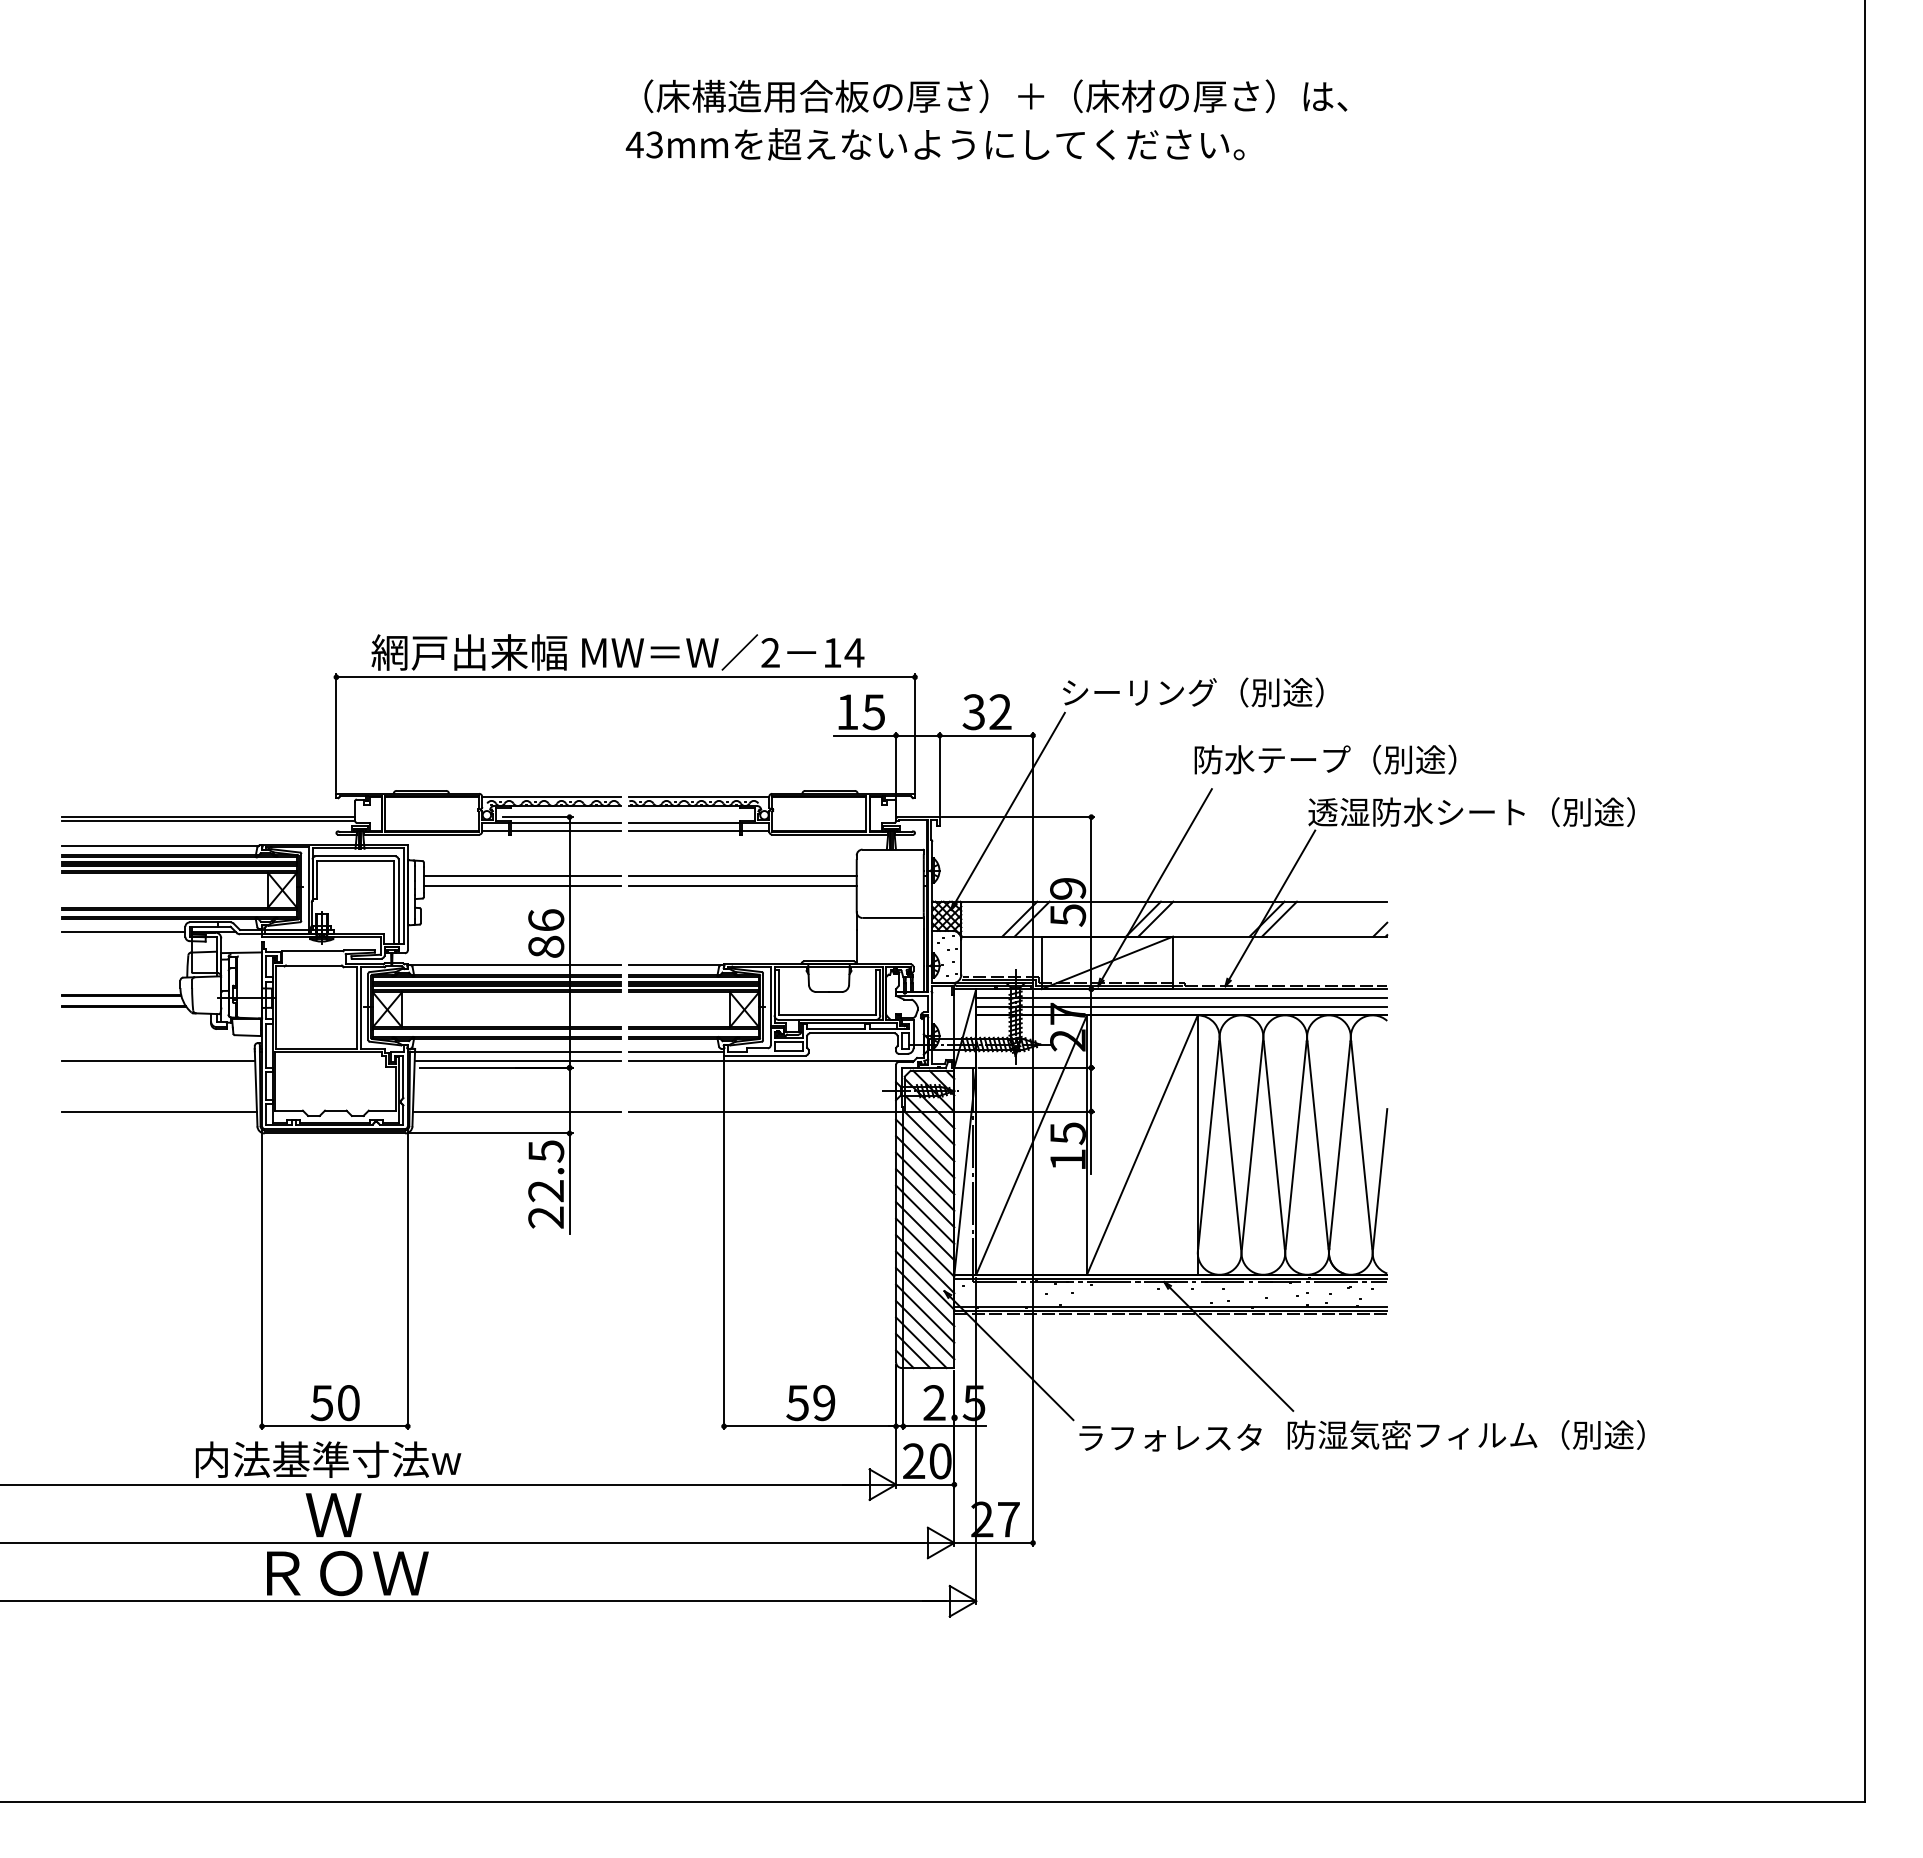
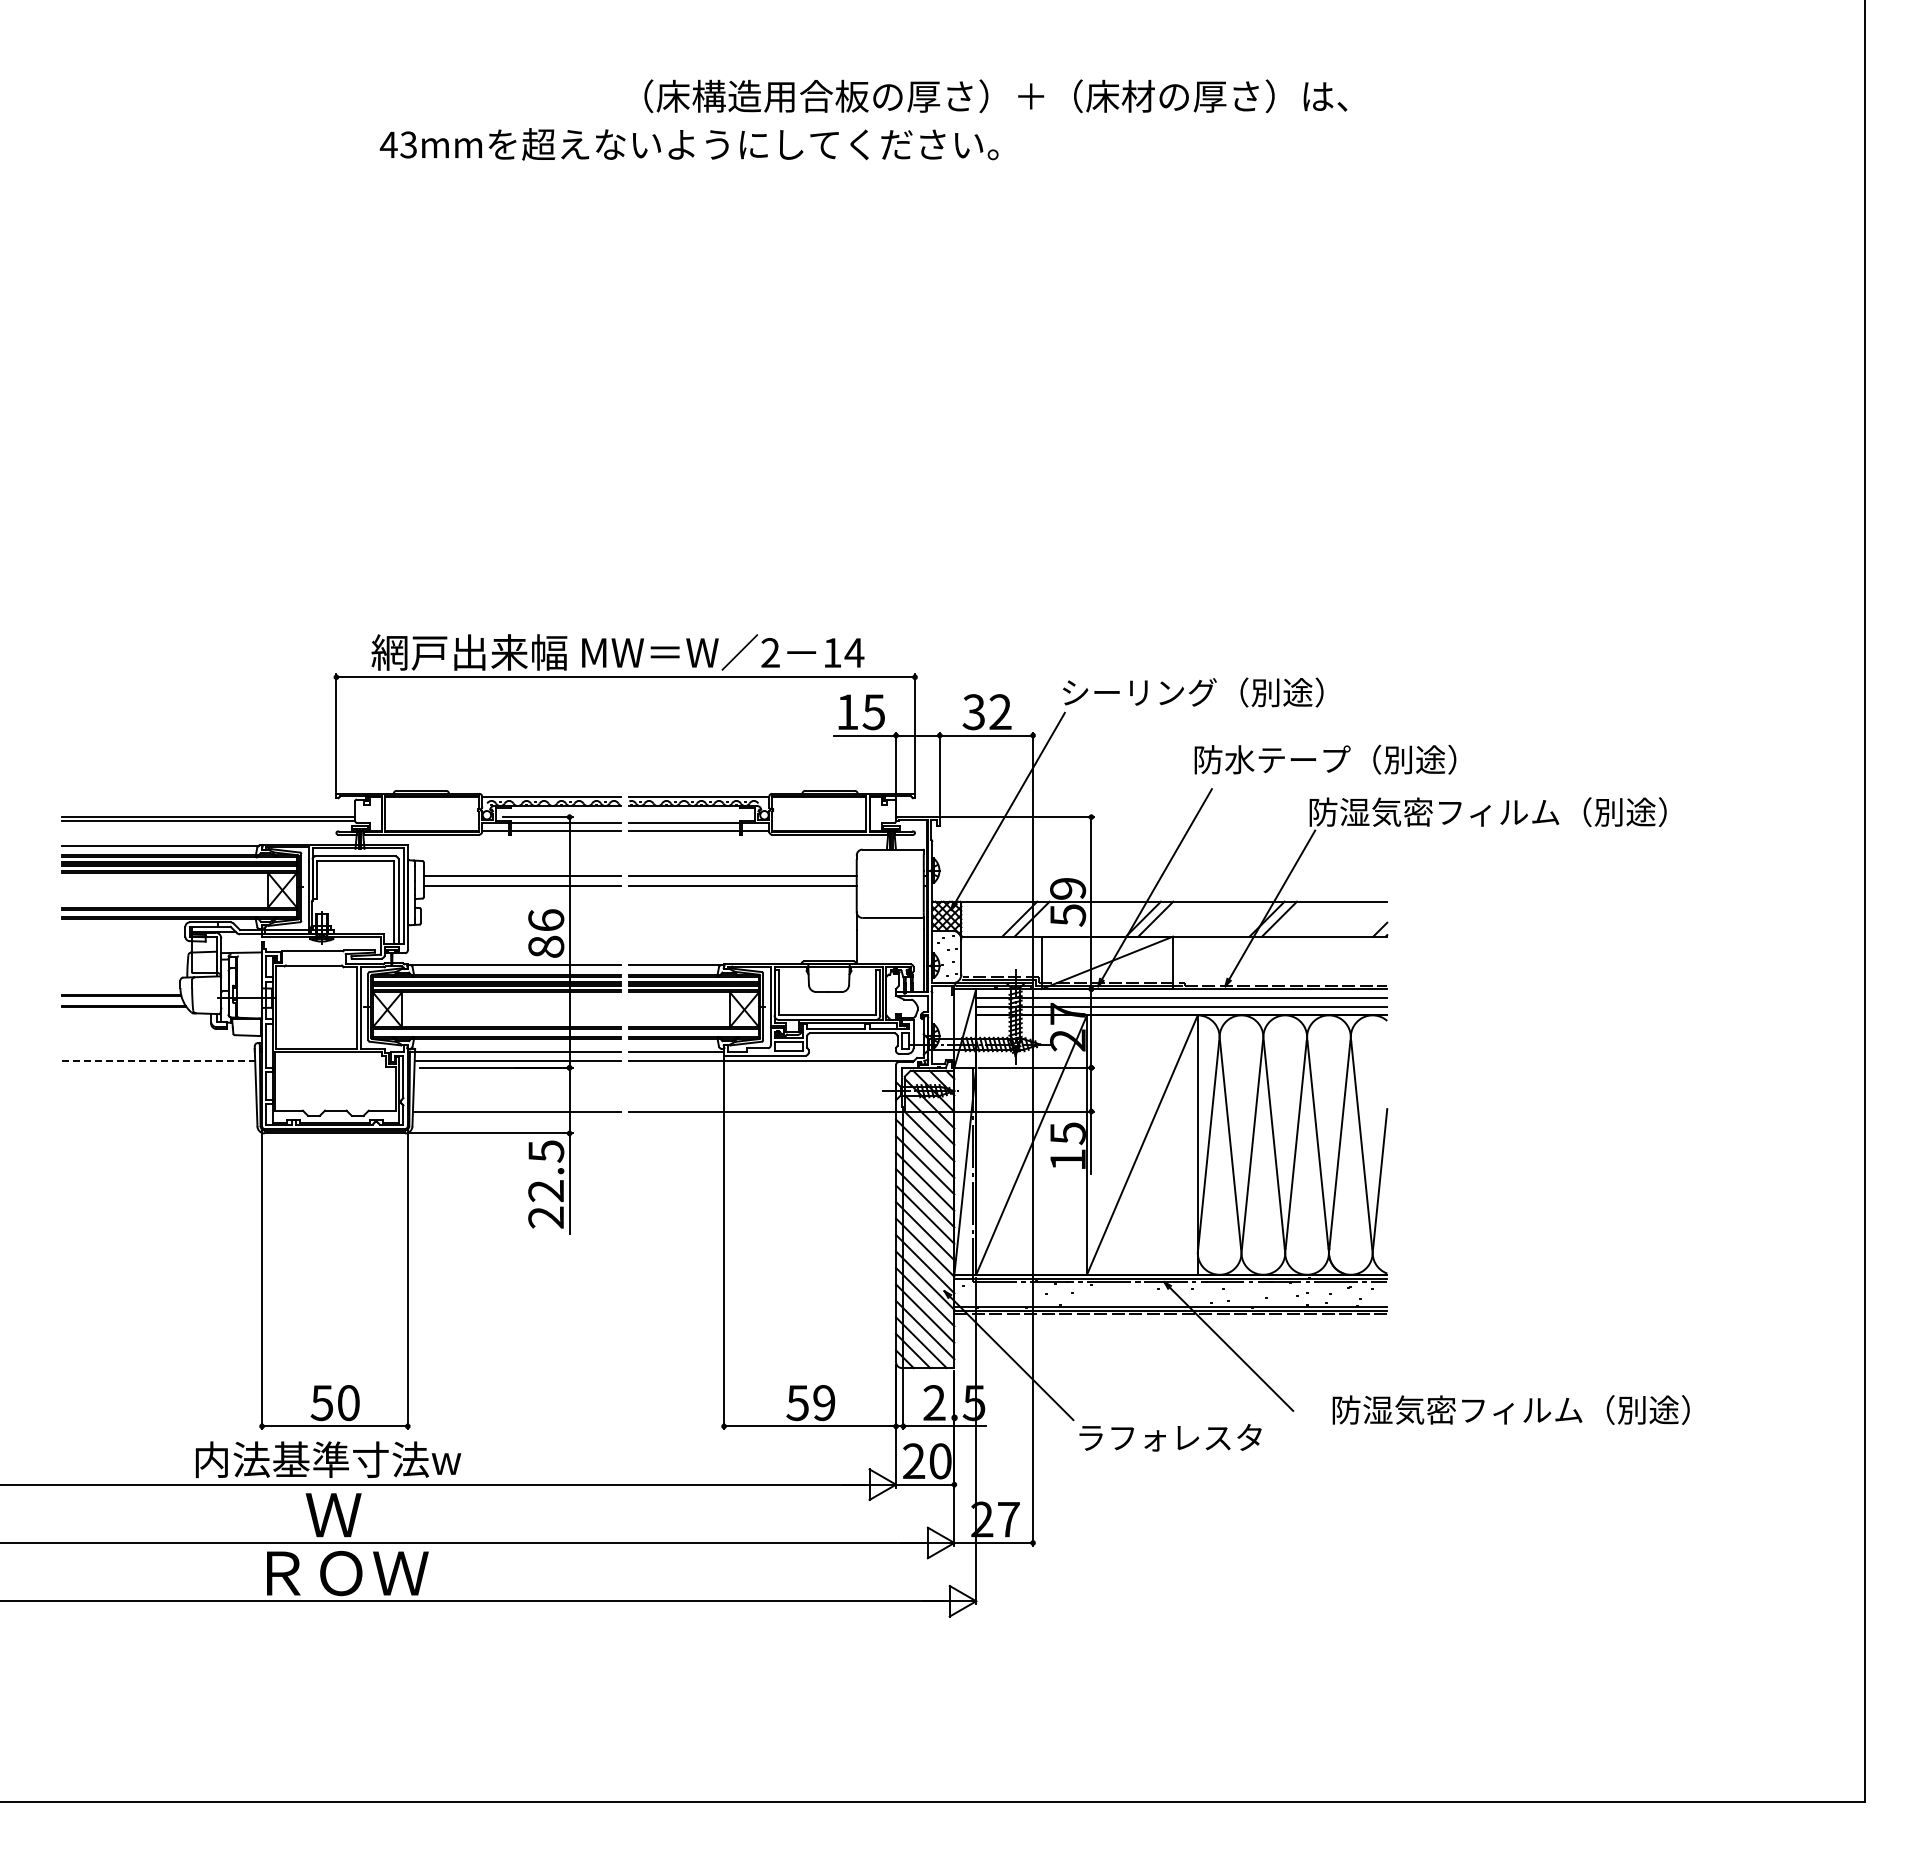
text at (934, 144) position: (934, 144) -> (688, 144)
text at (1487, 812): 透湿防水シート（別途） -> 防湿気密フィルム（別途）
line at (123, 931): present -> none
line at (158, 1060): solid -> dashed
line at (159, 1111): present -> none
text at (1465, 1434) position: (1465, 1434) -> (1510, 1409)
